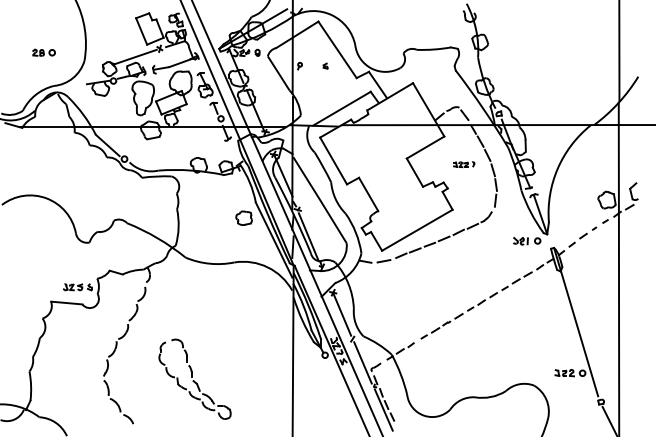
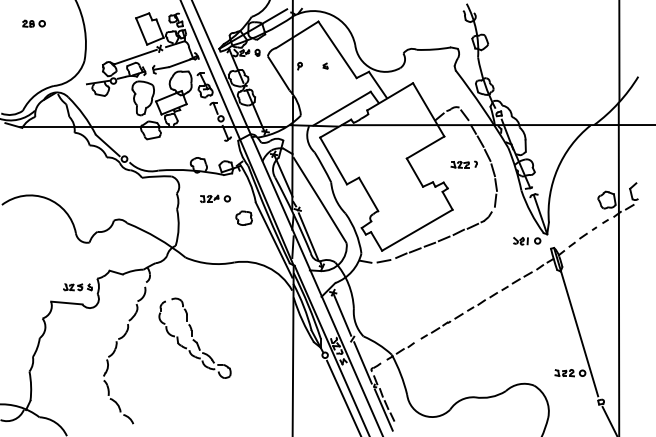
part at (43, 52) position: (43, 52) -> (33, 23)
part at (464, 164) size: 23x8 px -> 28x9 px
part at (215, 198): none -> present
part at (194, 378) position: (194, 378) -> (194, 337)
line at (343, 396): none -> present
